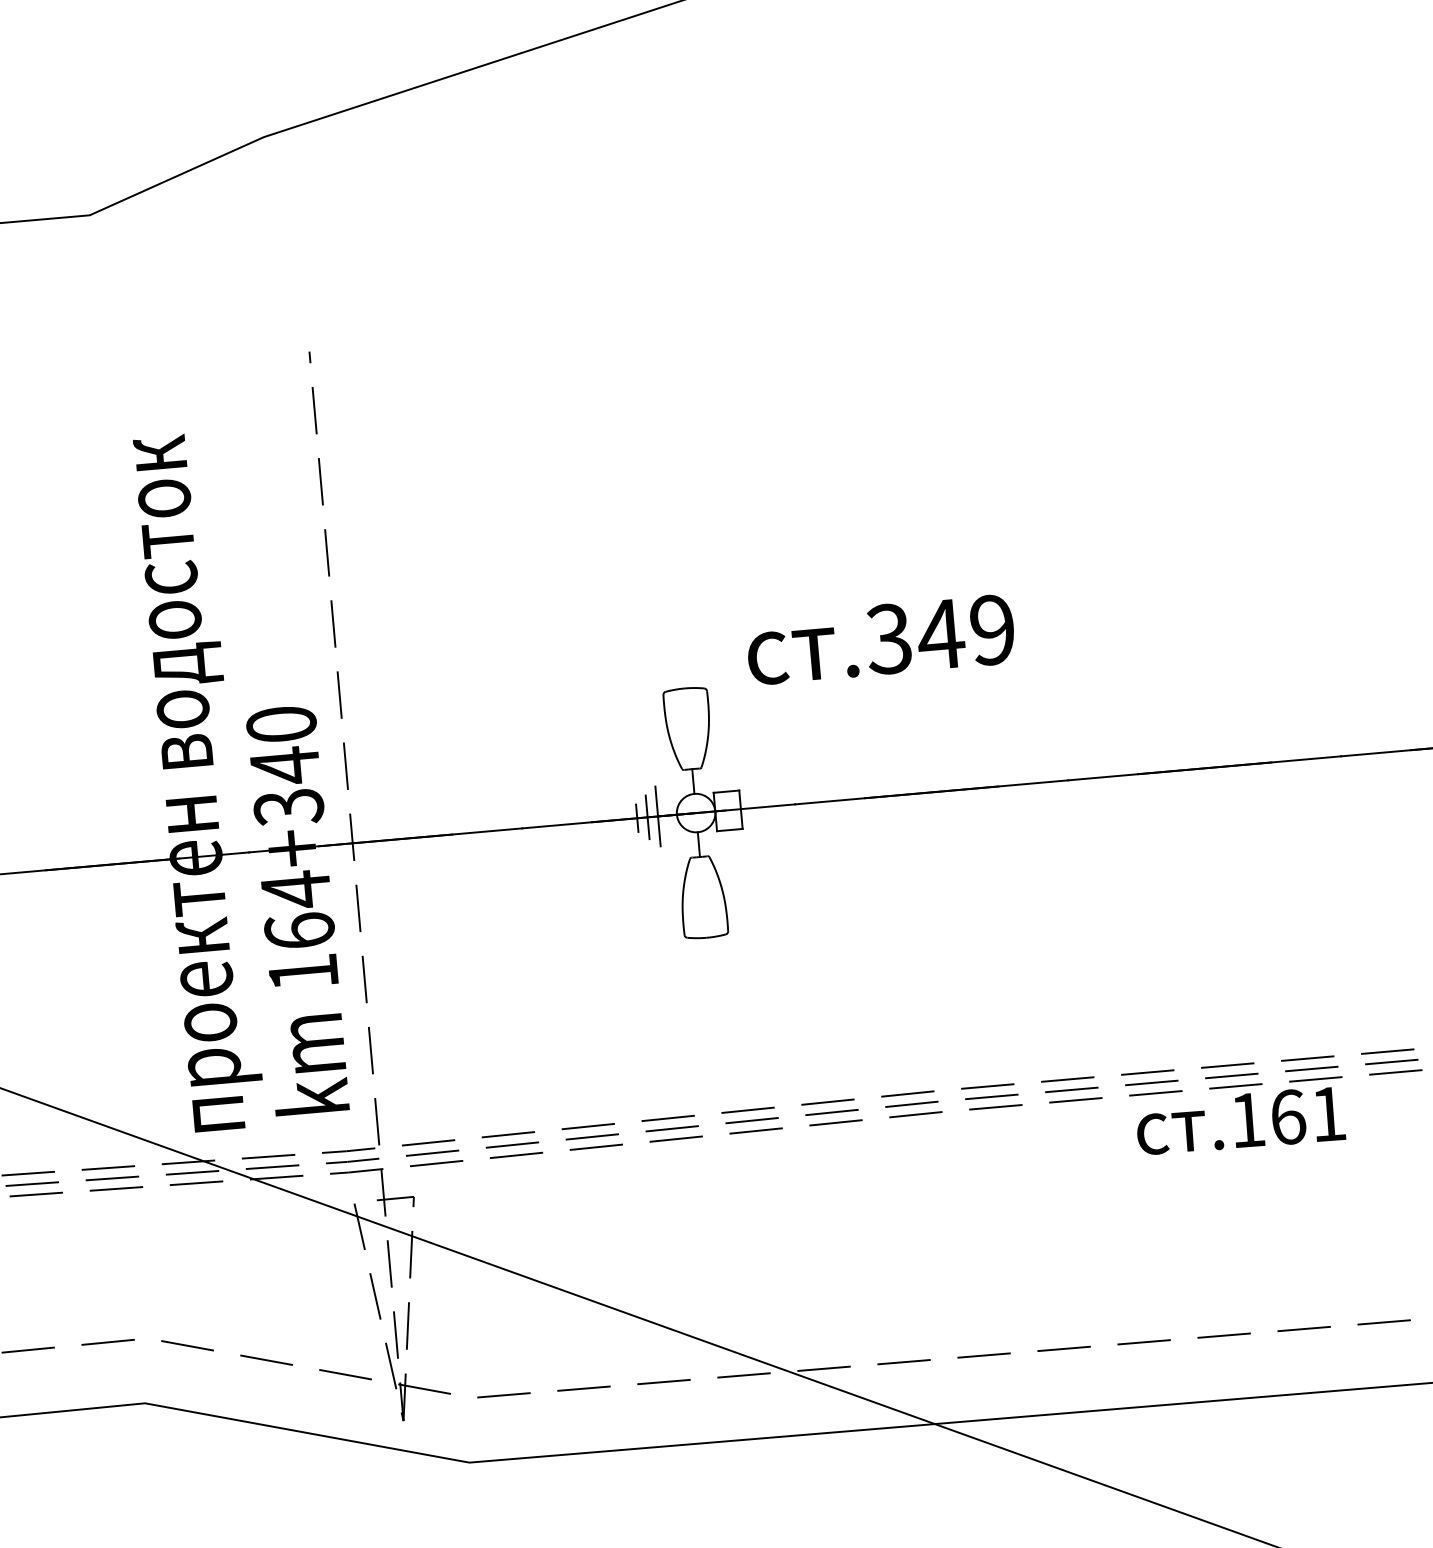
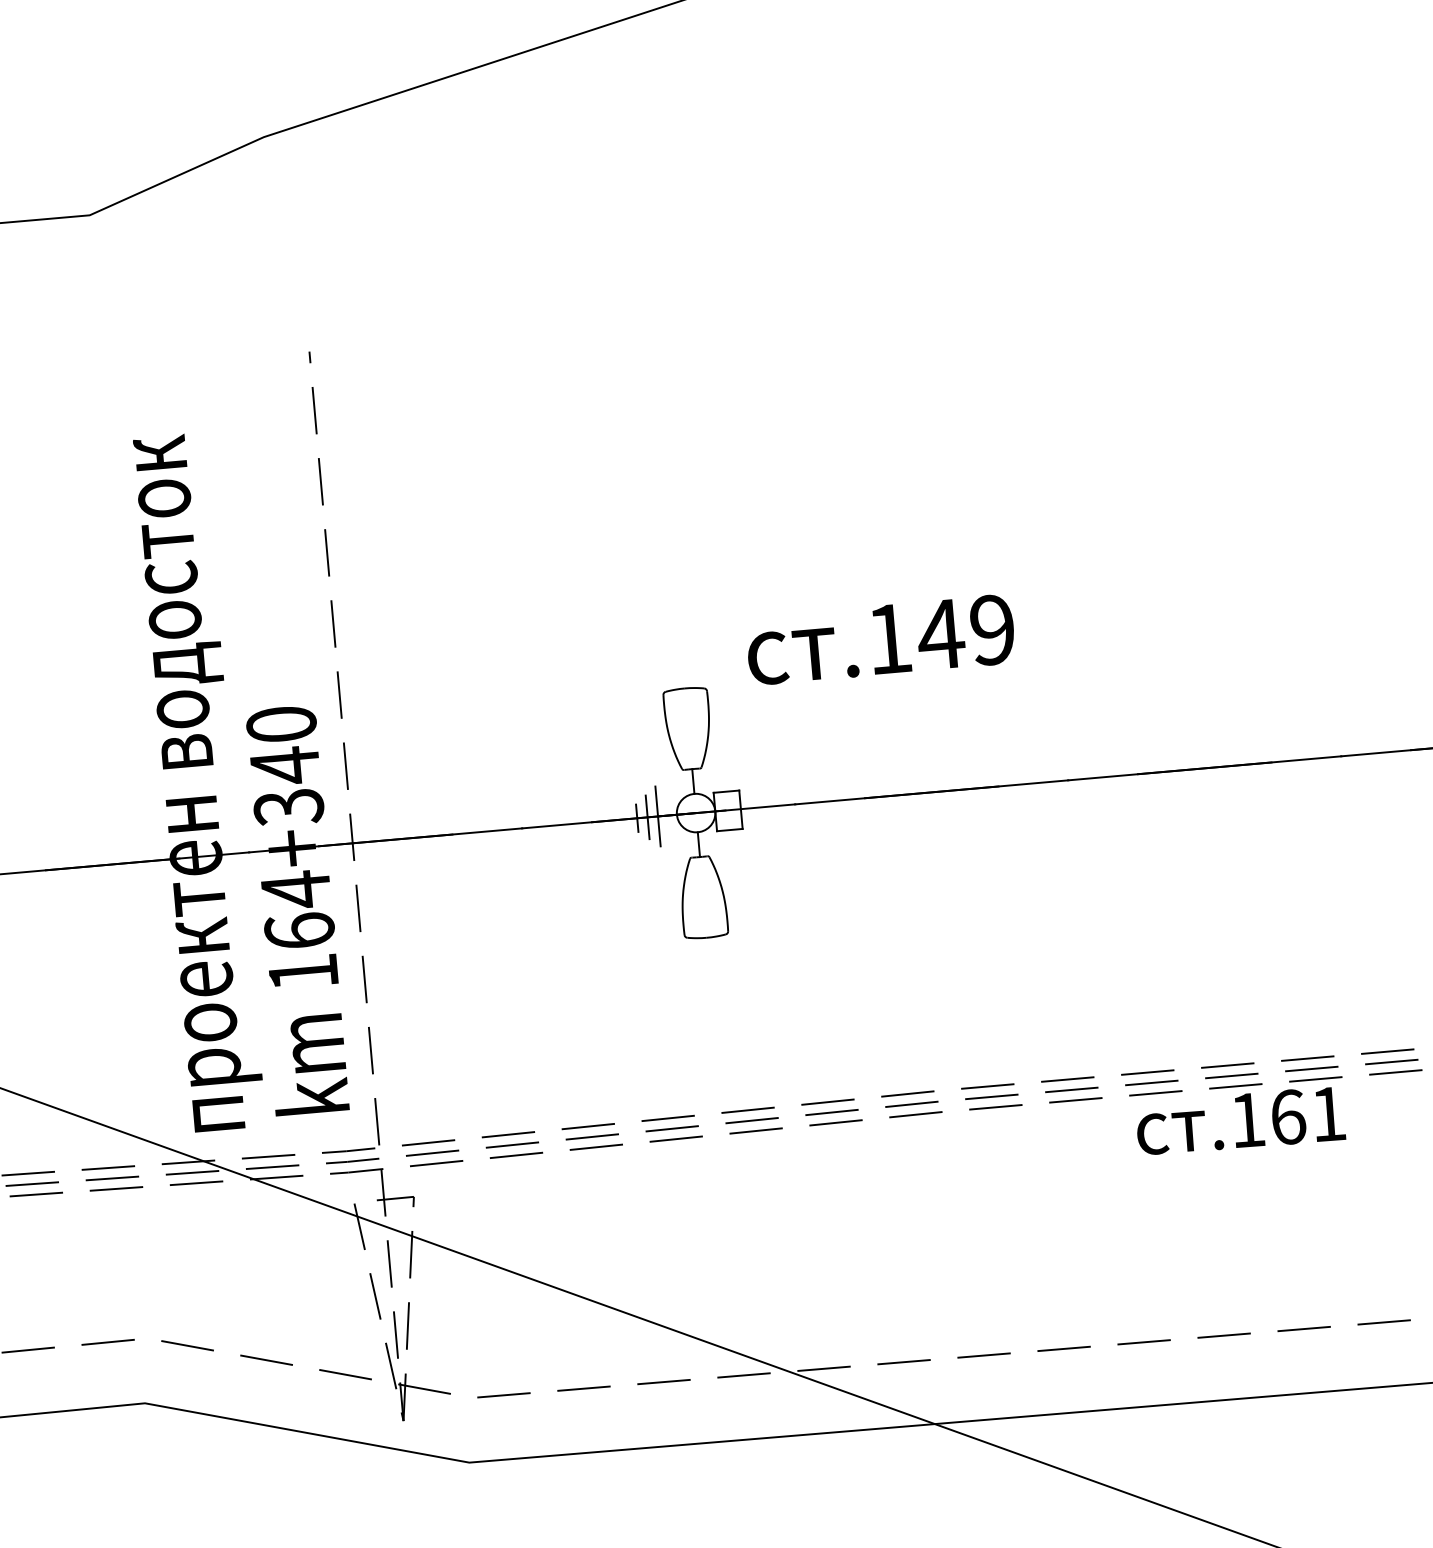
text at (889, 638): .349 -> .149
